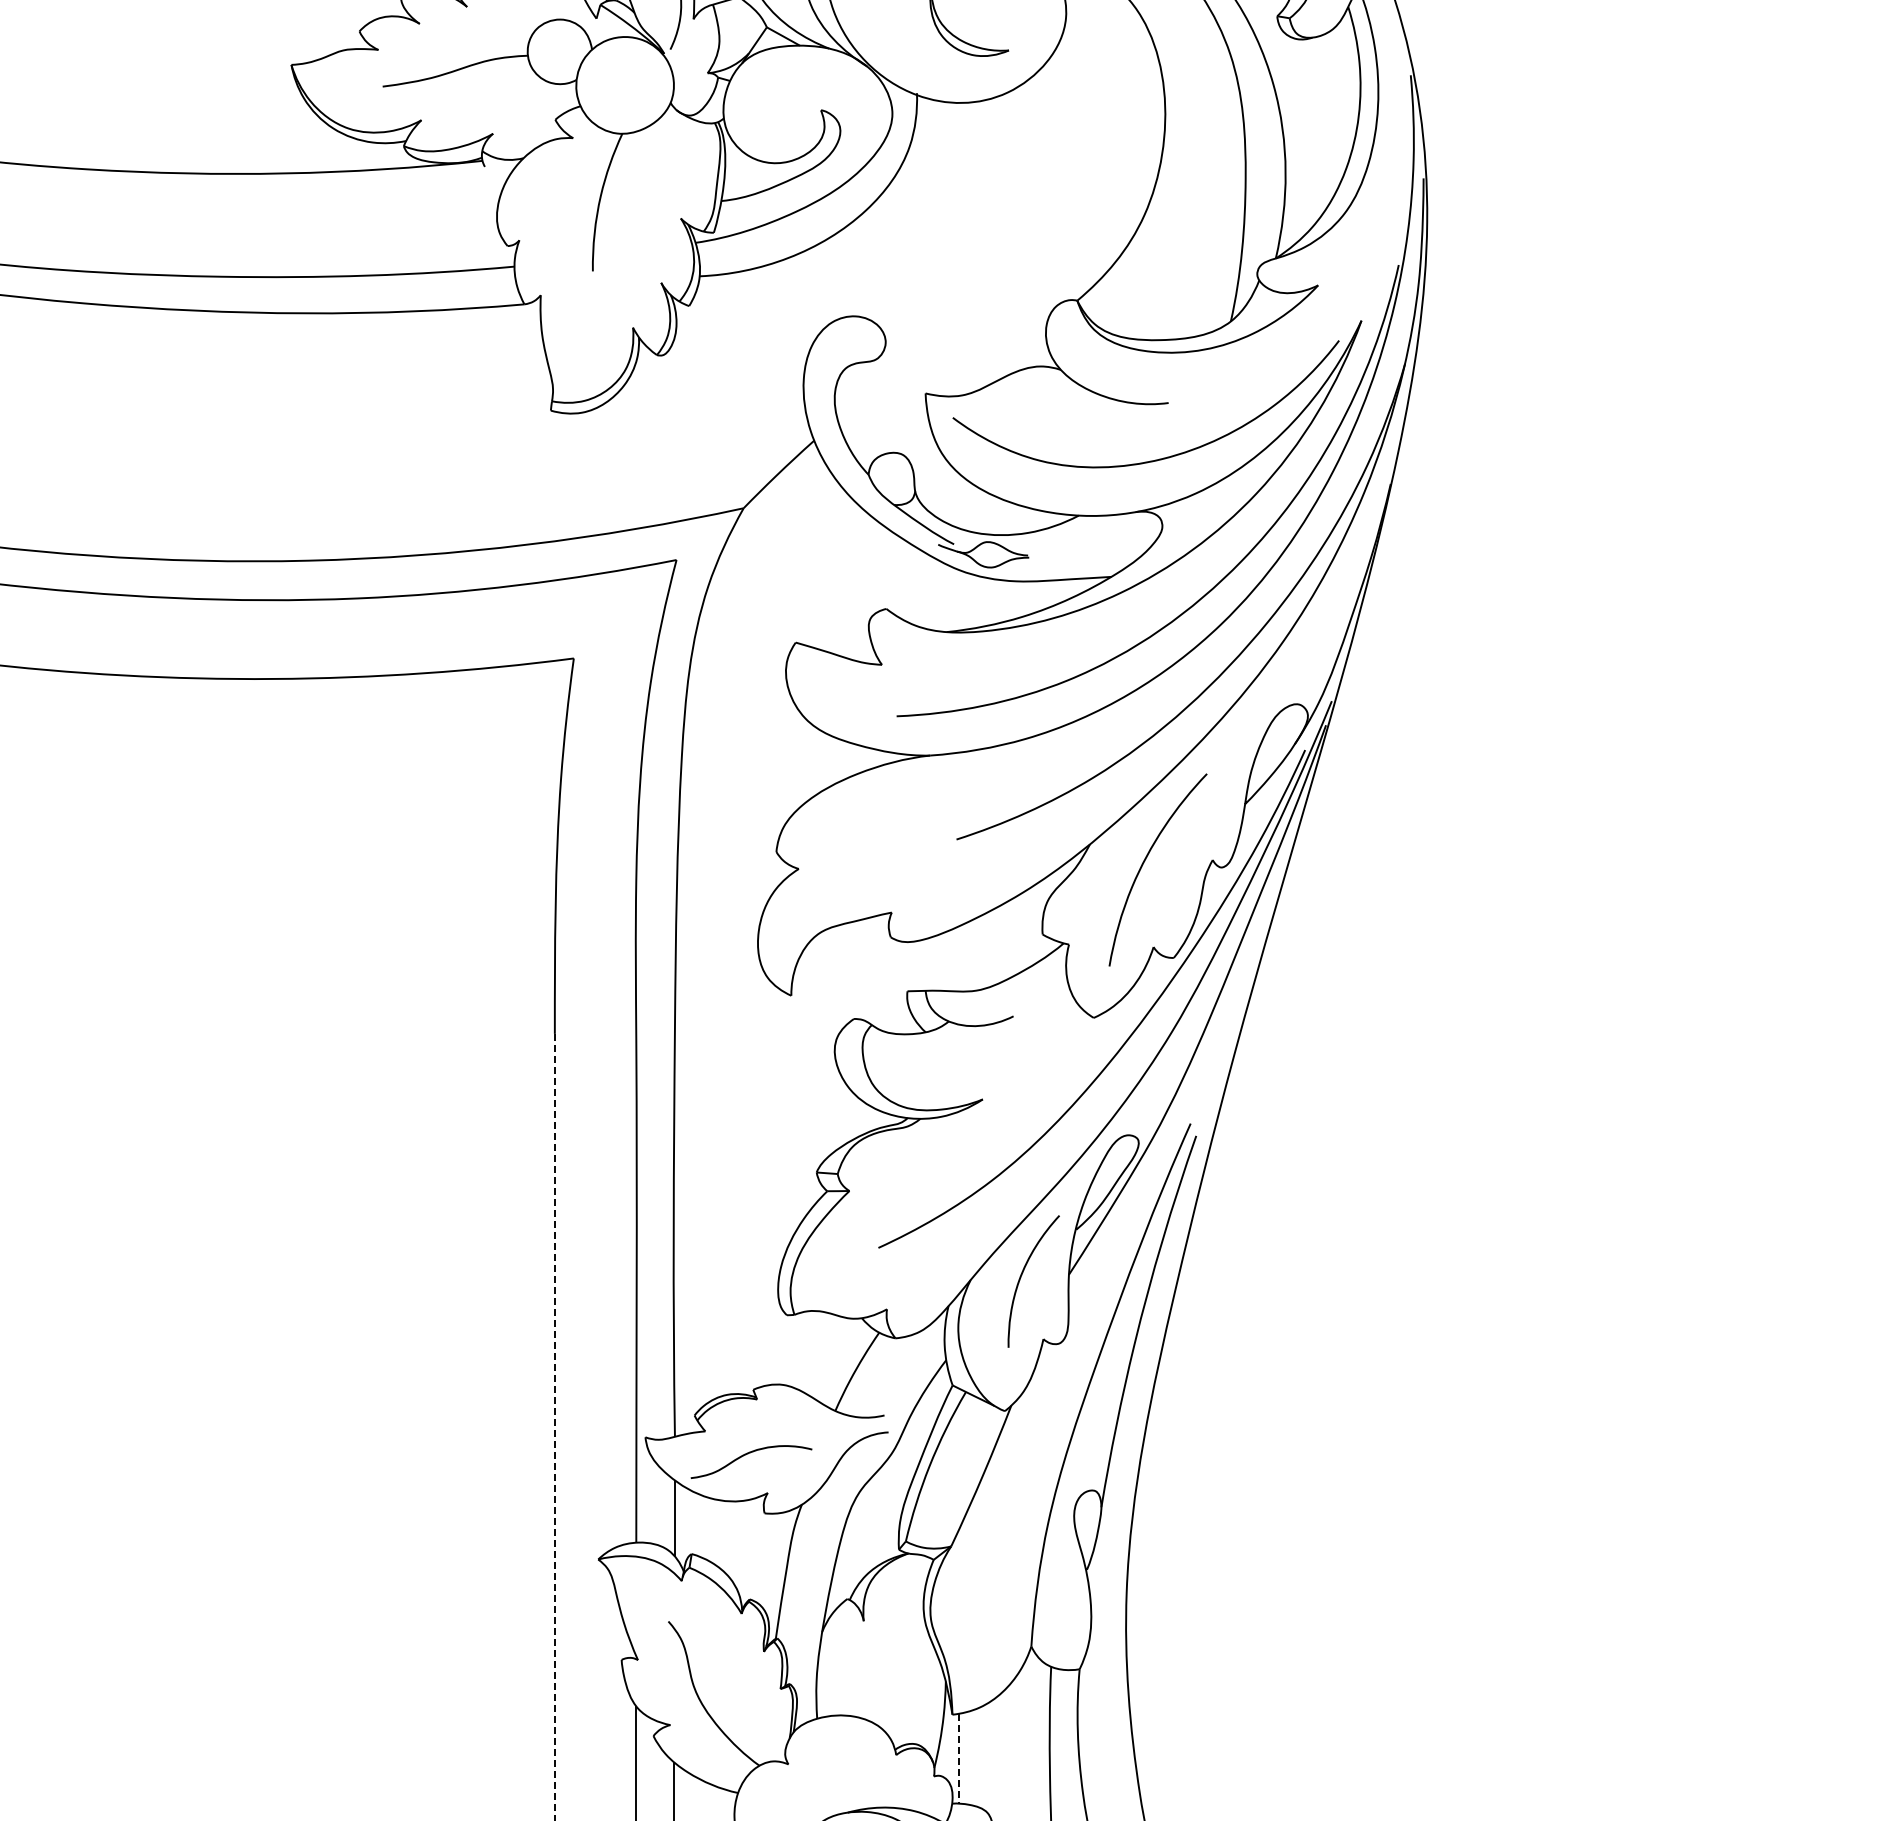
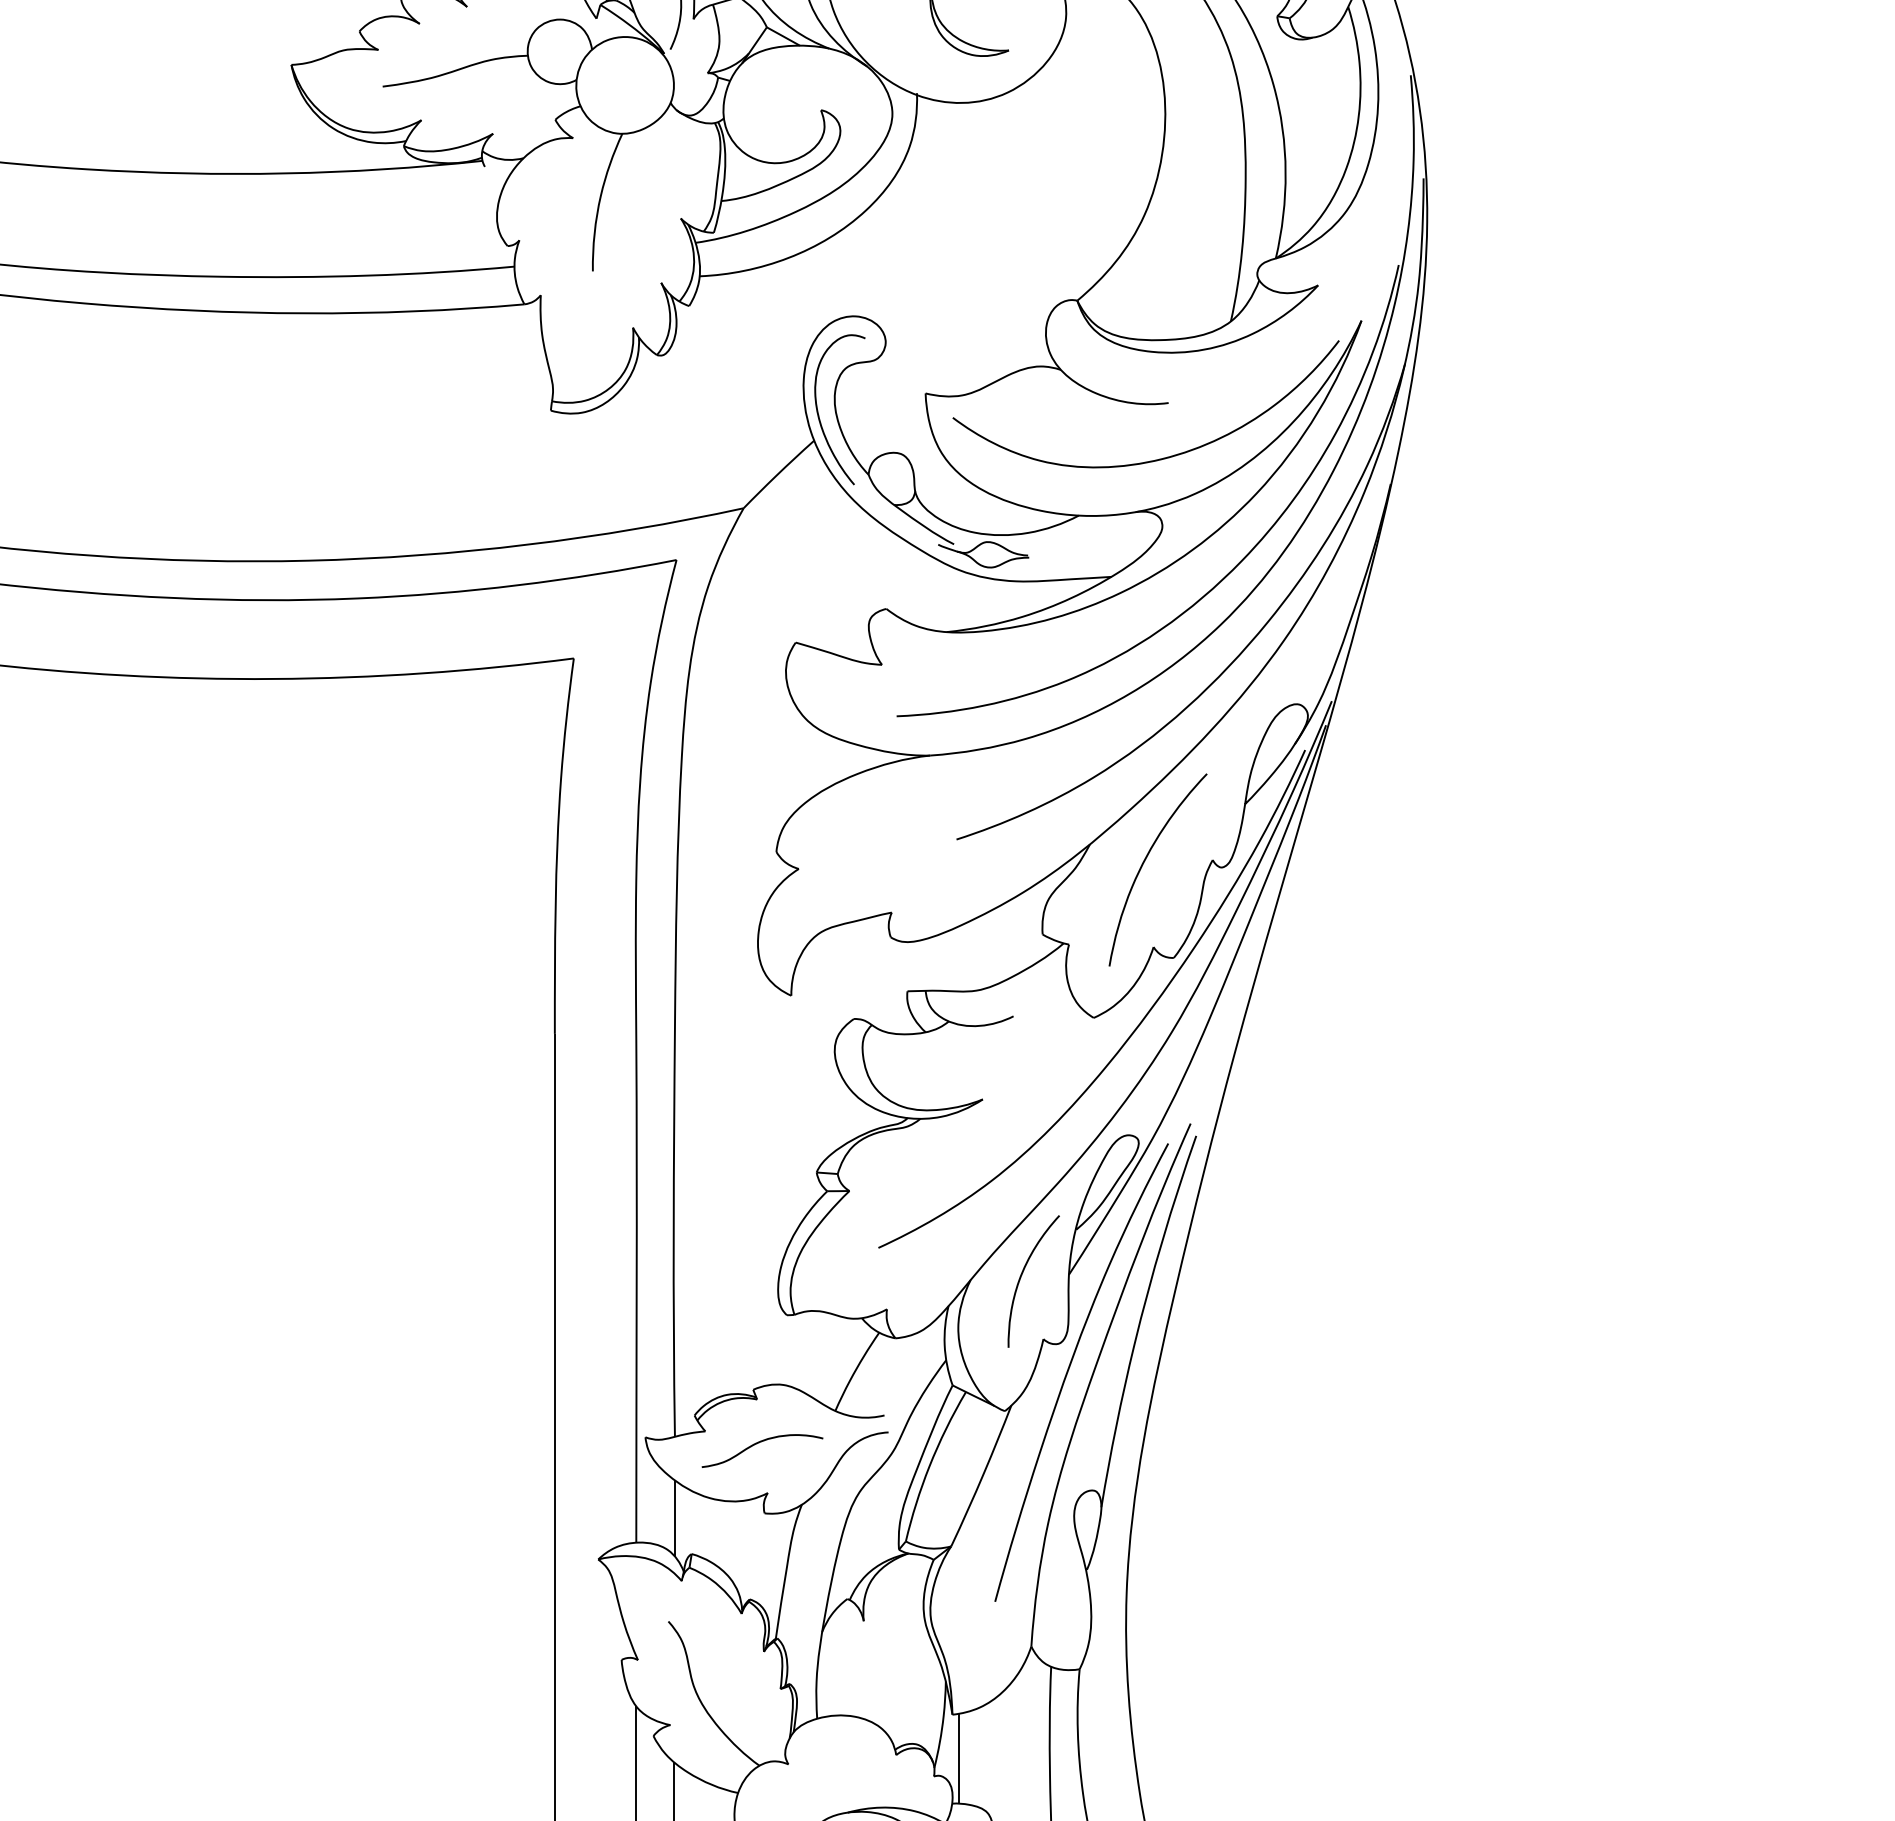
curve at (819, 415): none -> present
curve at (1070, 1367): none -> present
line at (554, 1427): dashed -> solid
curve at (748, 1454) position: (748, 1454) -> (759, 1443)
line at (958, 1758): dashed -> solid
